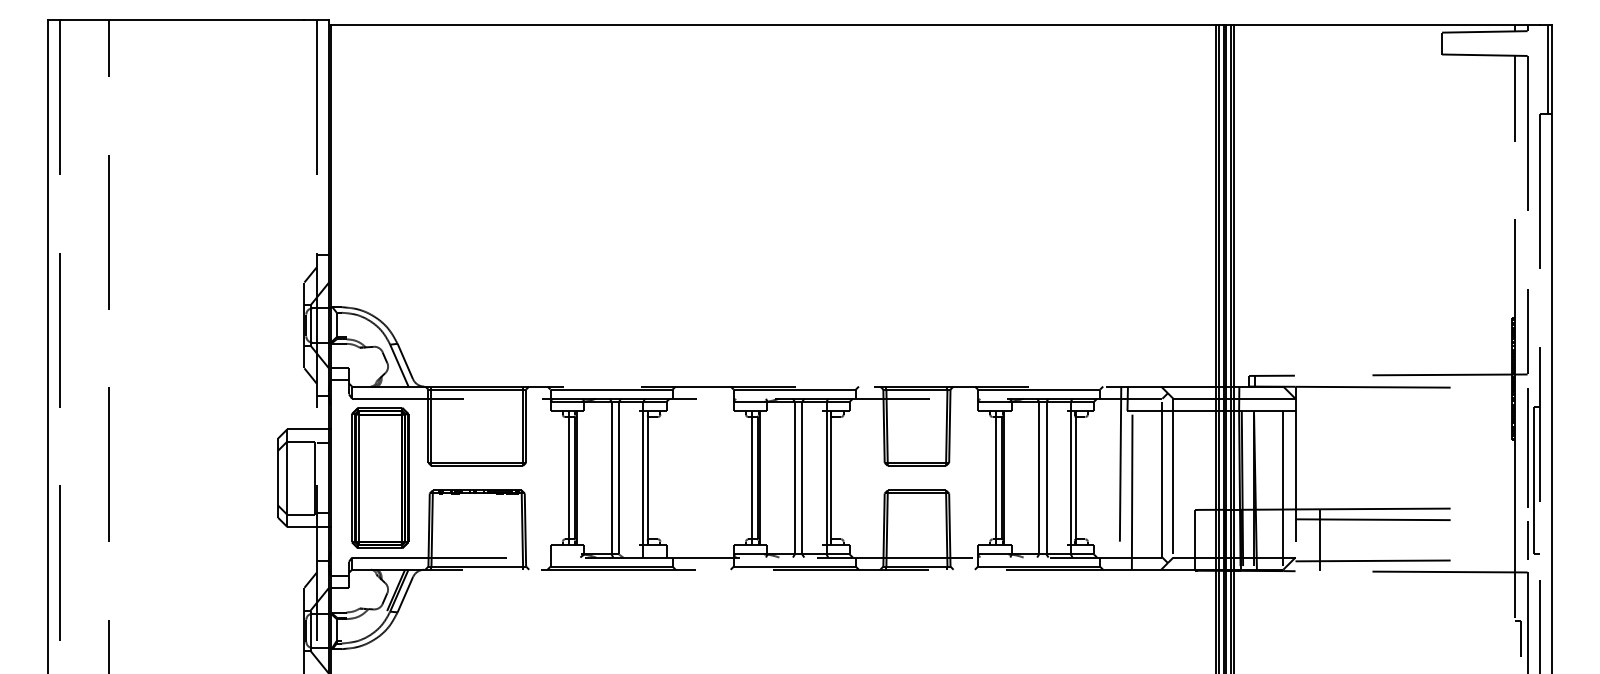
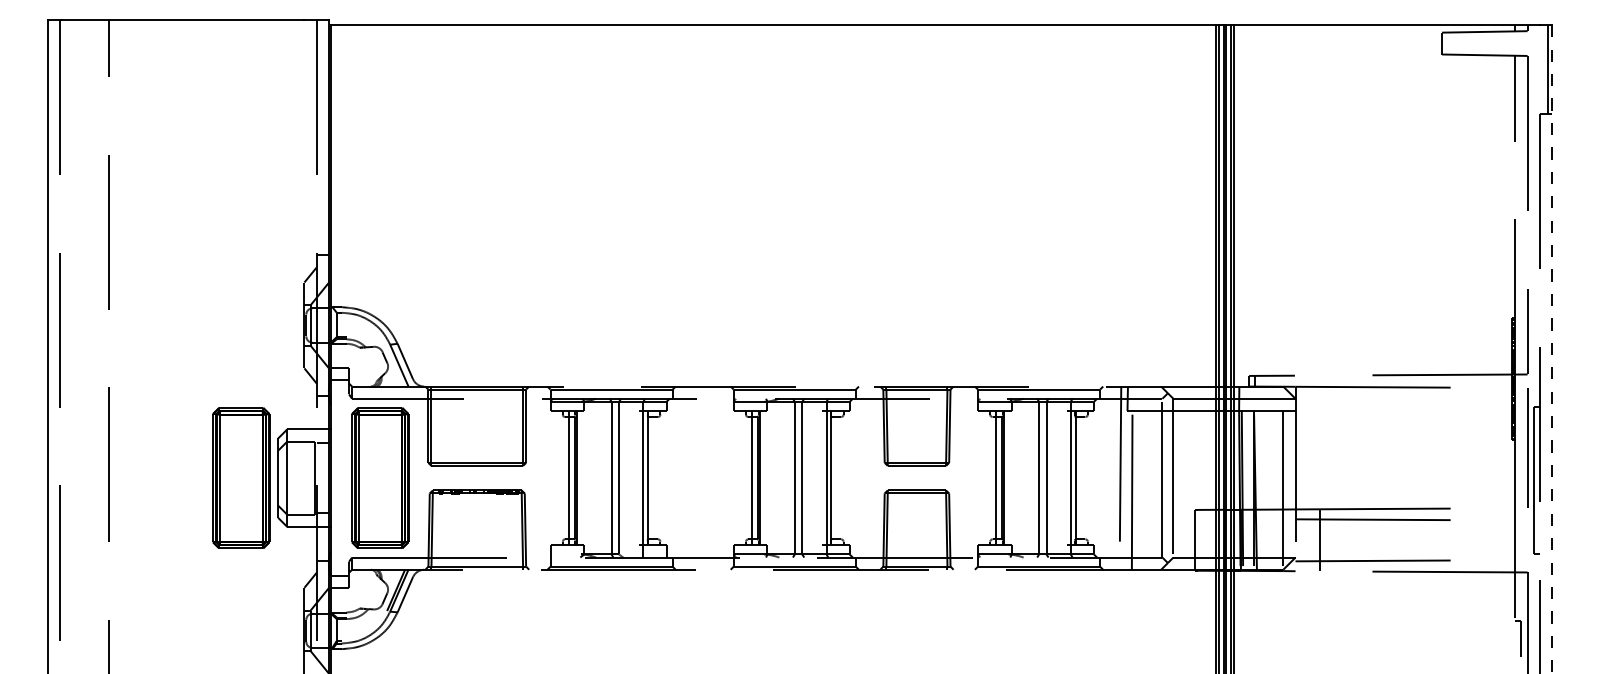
line at (1552, 350): solid -> dashed
part at (241, 477): none -> present
line at (1527, 540): present -> none
